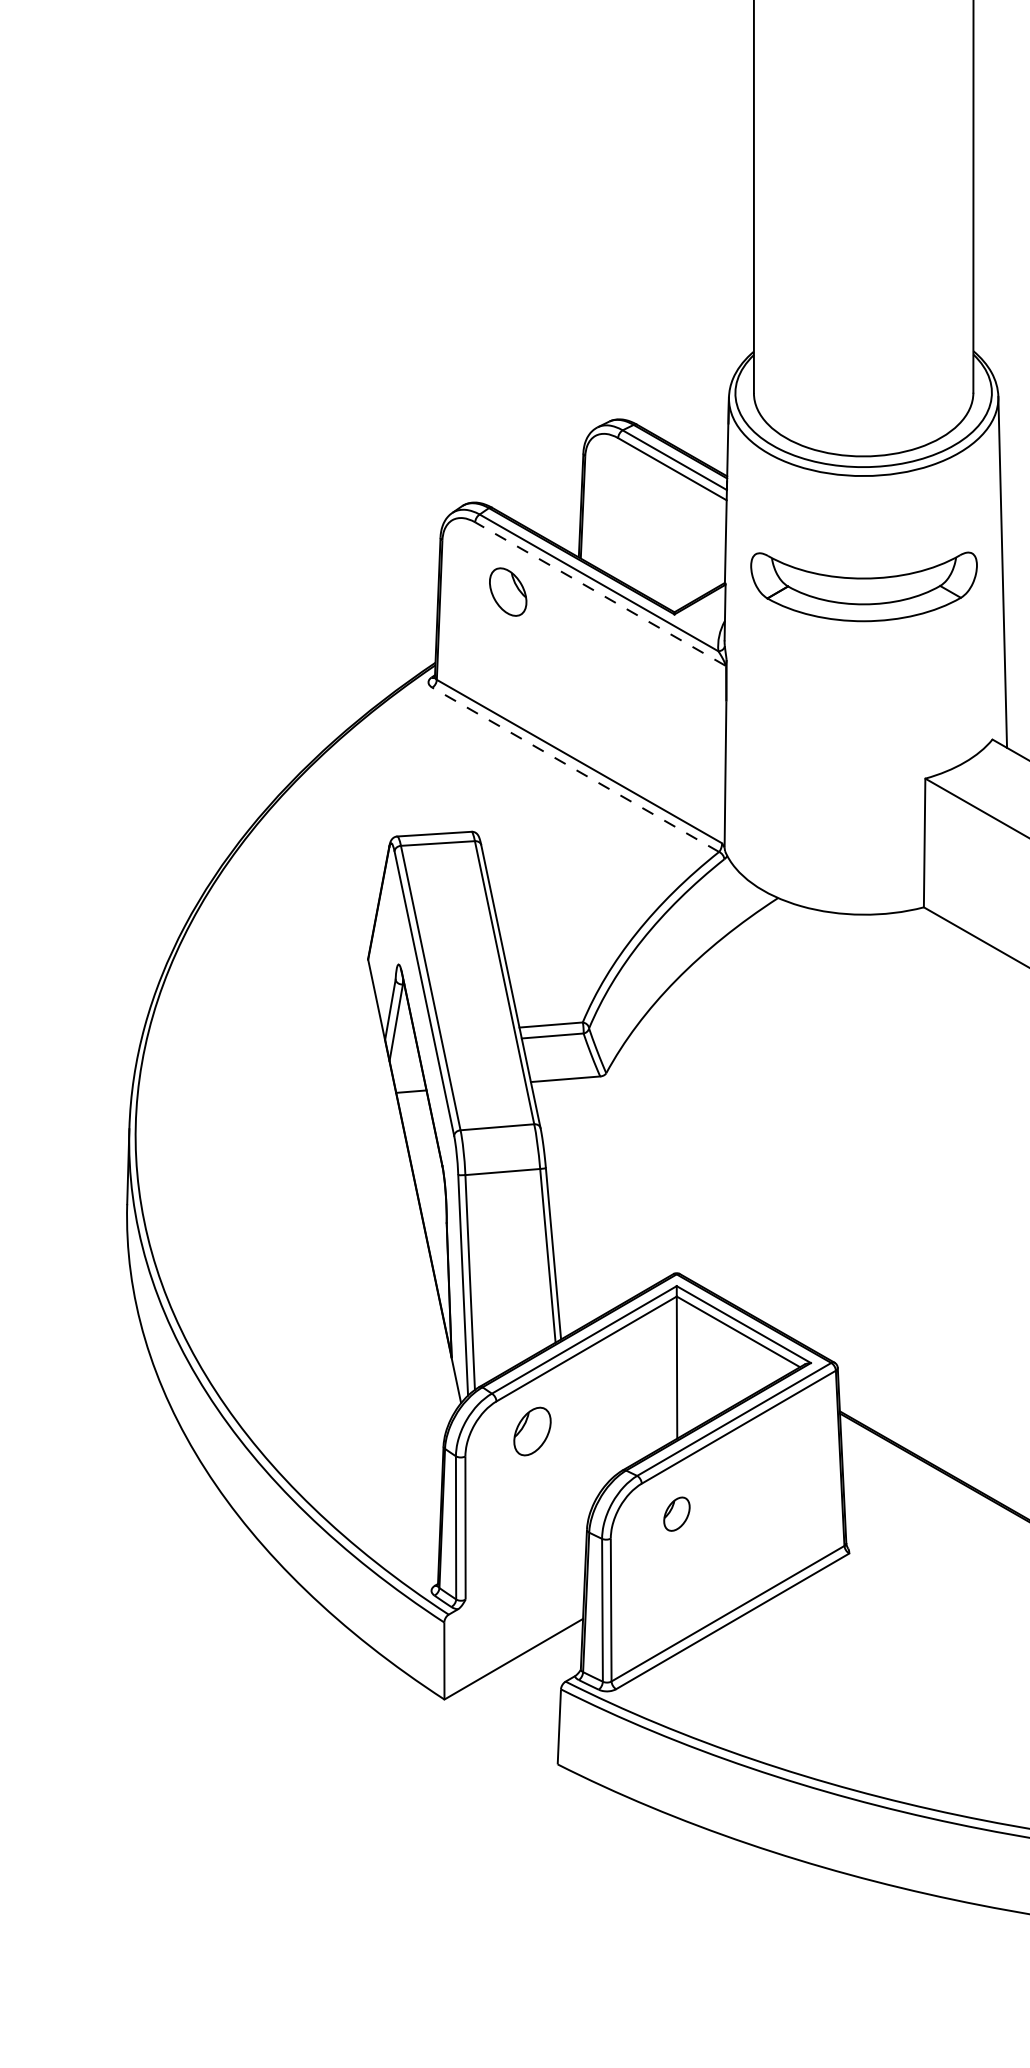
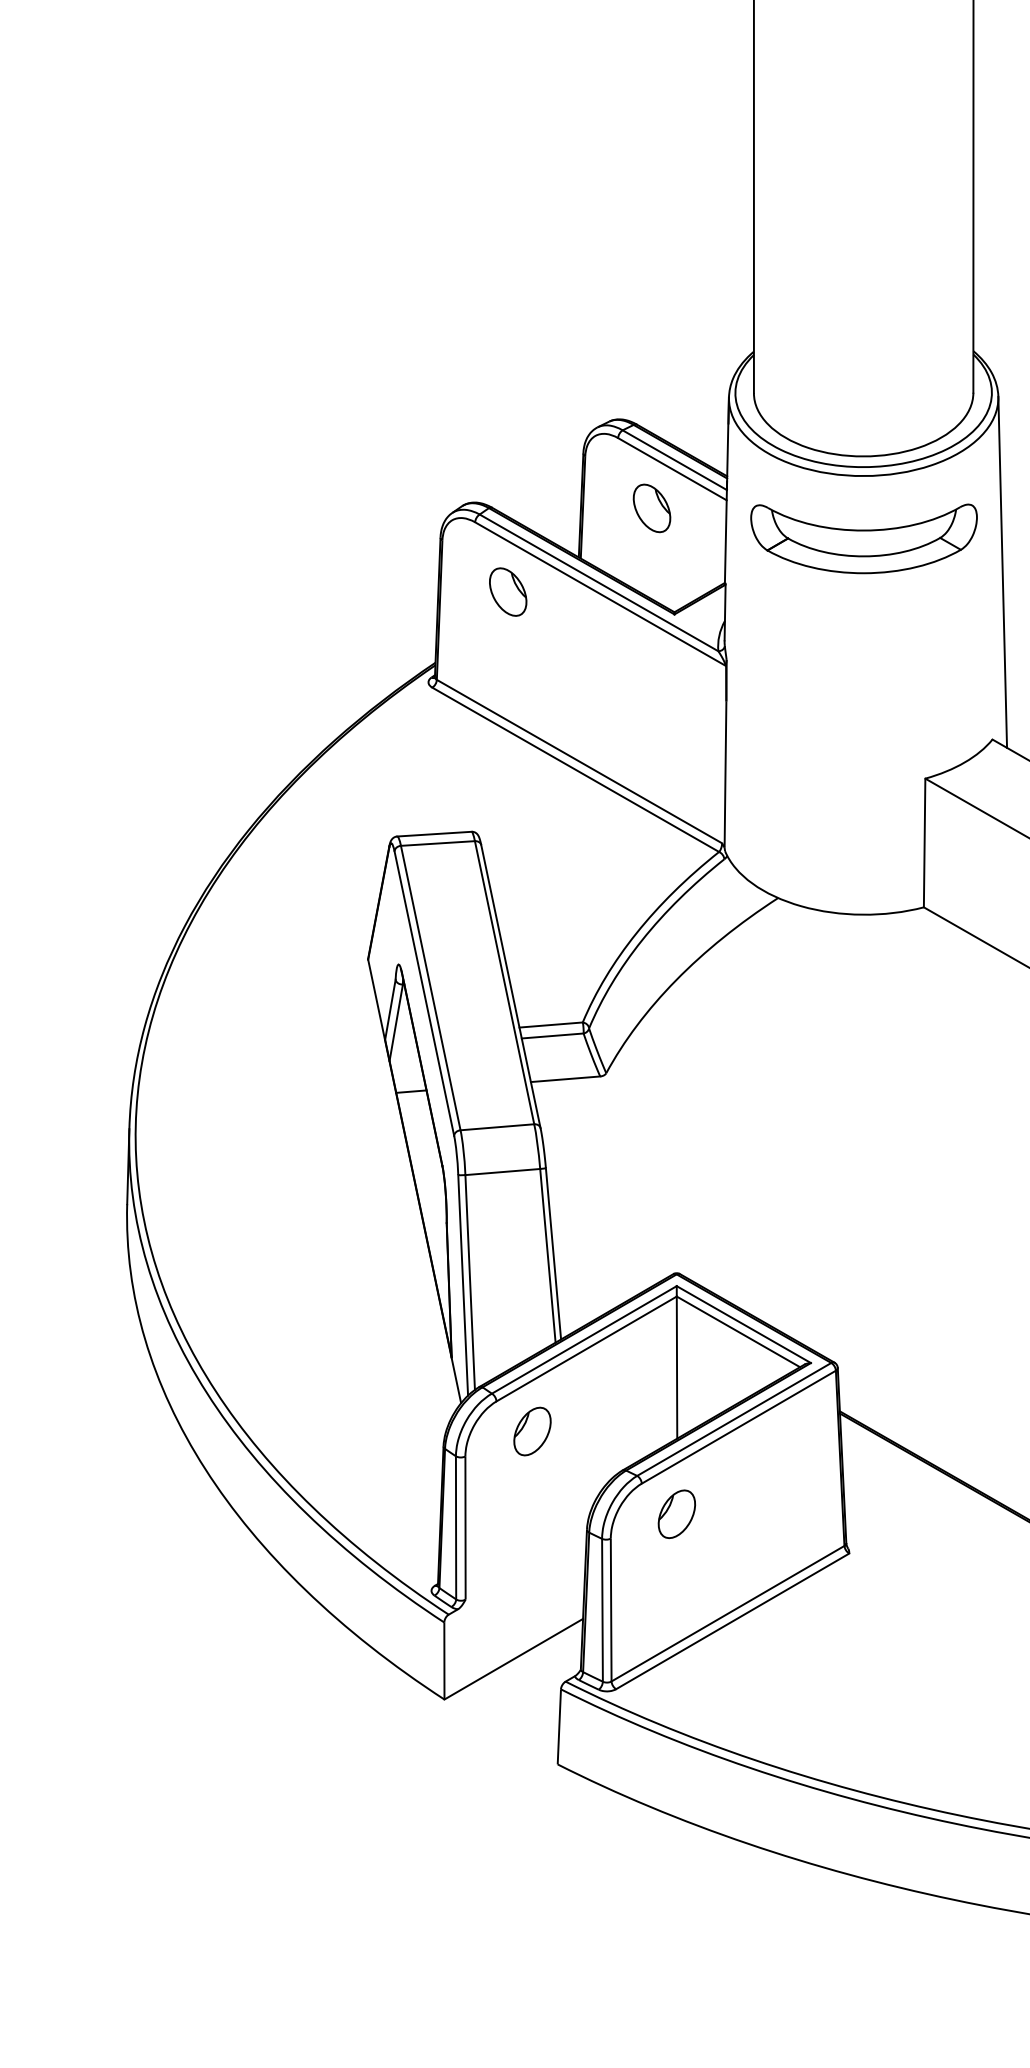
part at (651, 508): none -> present
part at (863, 586) position: (863, 586) -> (863, 538)
line at (599, 593): dashed -> solid
line at (575, 769): dashed -> solid
part at (676, 1513) size: 28x36 px -> 40x50 px
